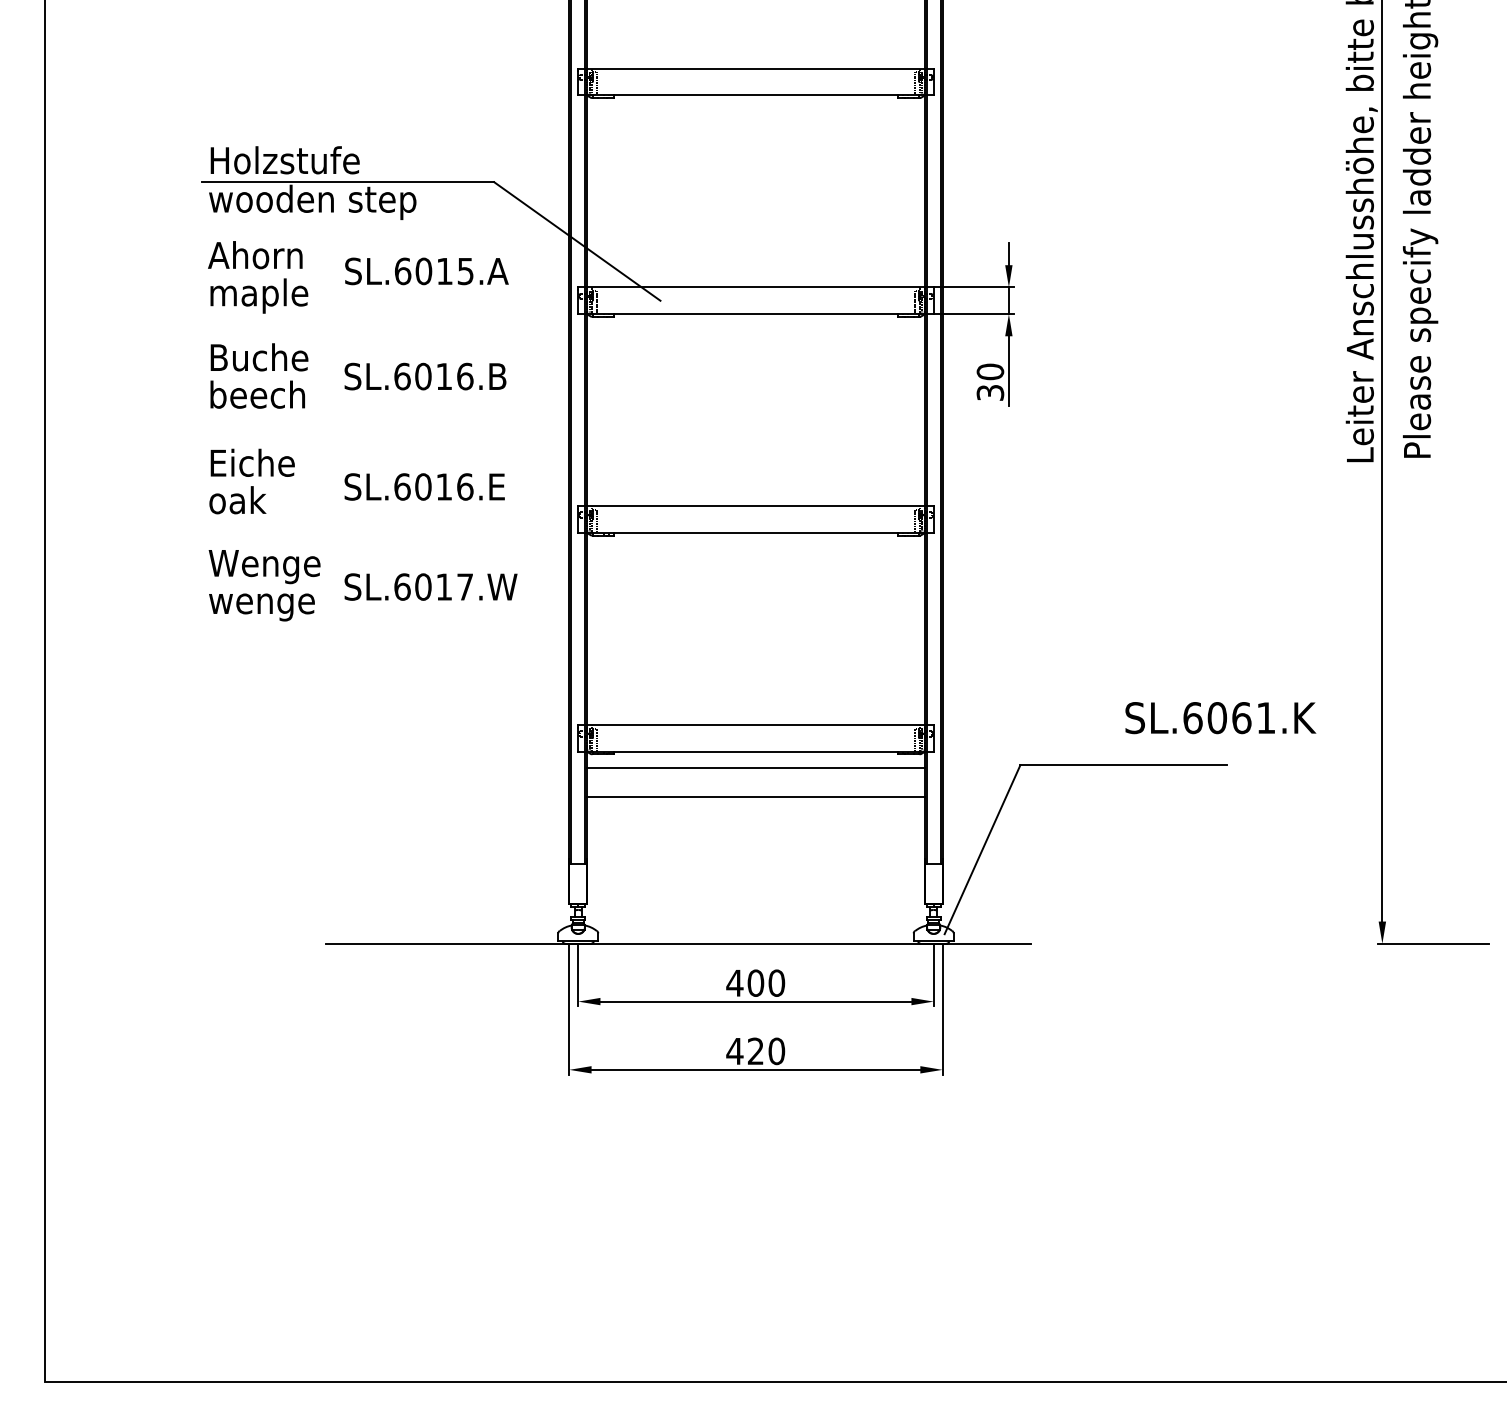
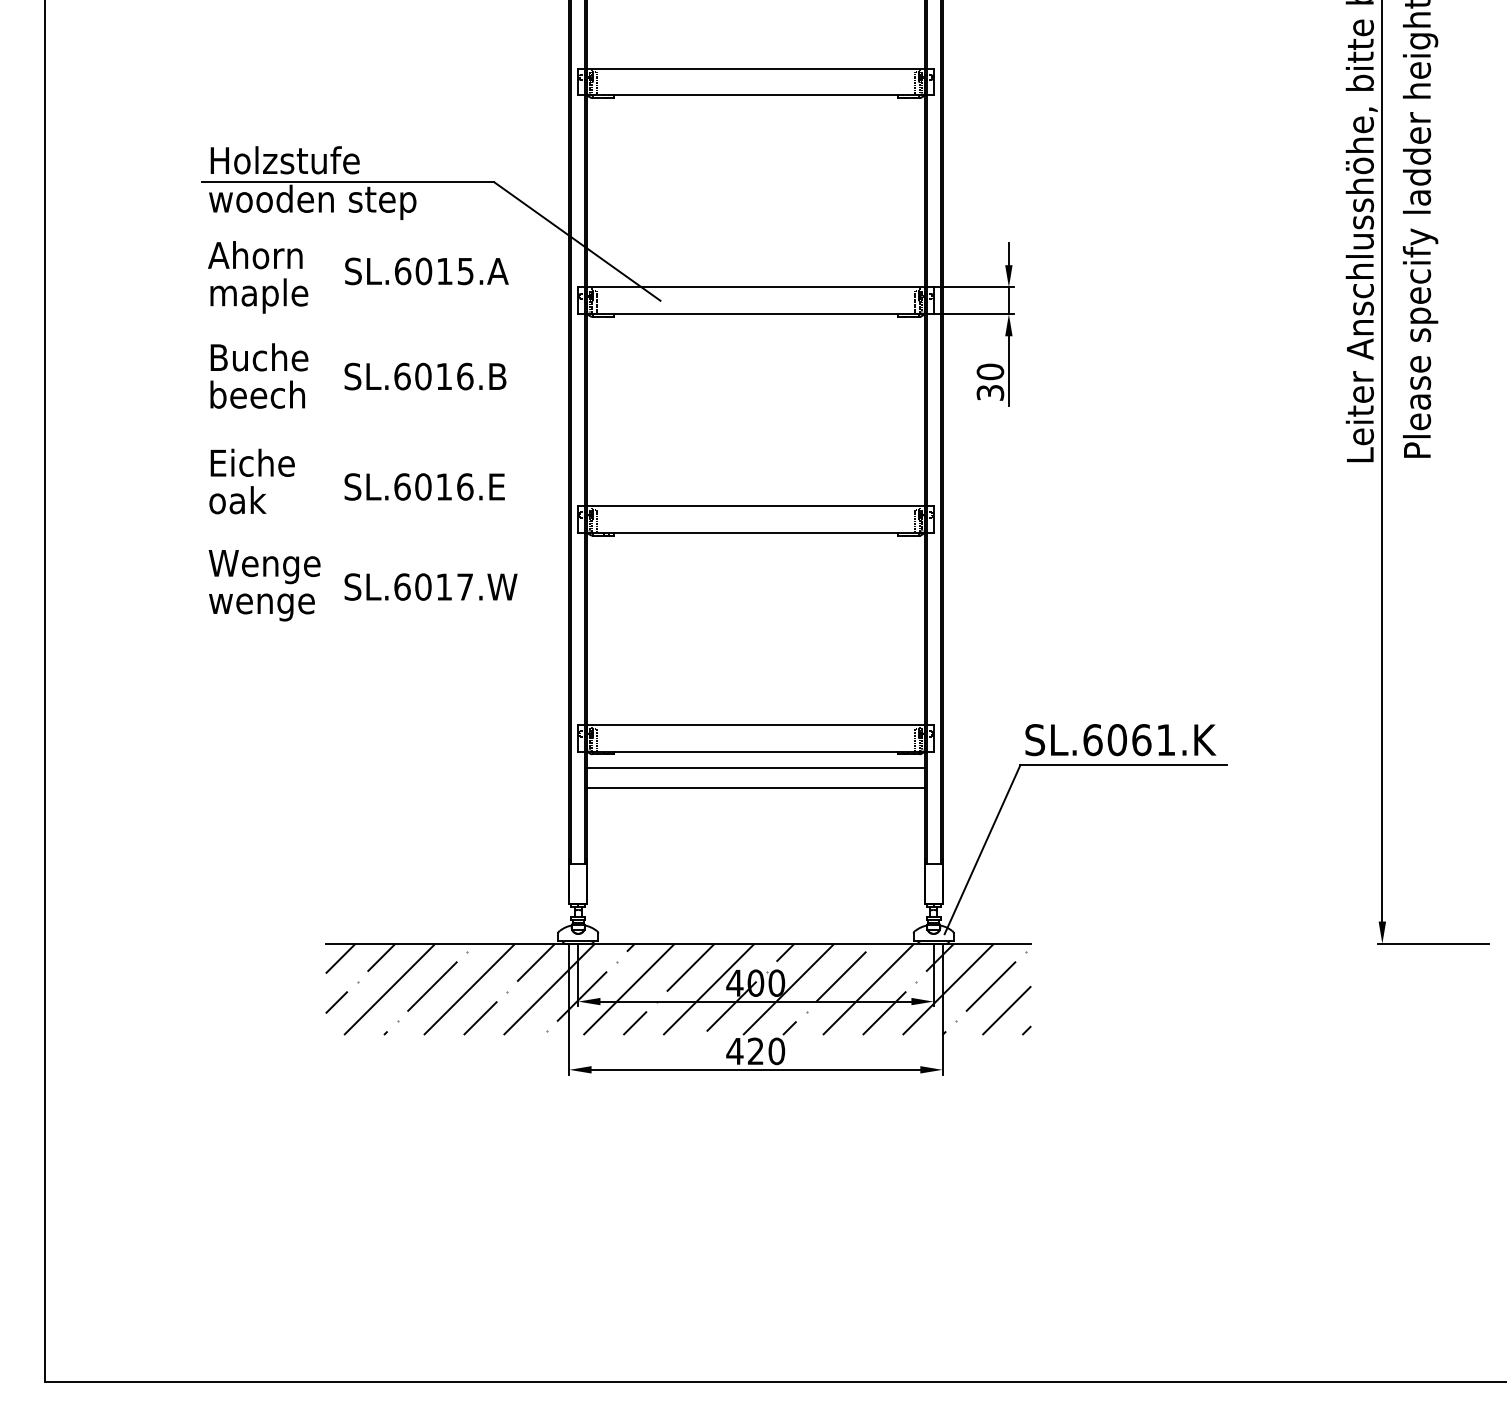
text at (1220, 718) position: (1220, 718) -> (1120, 740)
line at (755, 797) position: (755, 797) -> (755, 788)
hatch at (678, 989): none -> present
